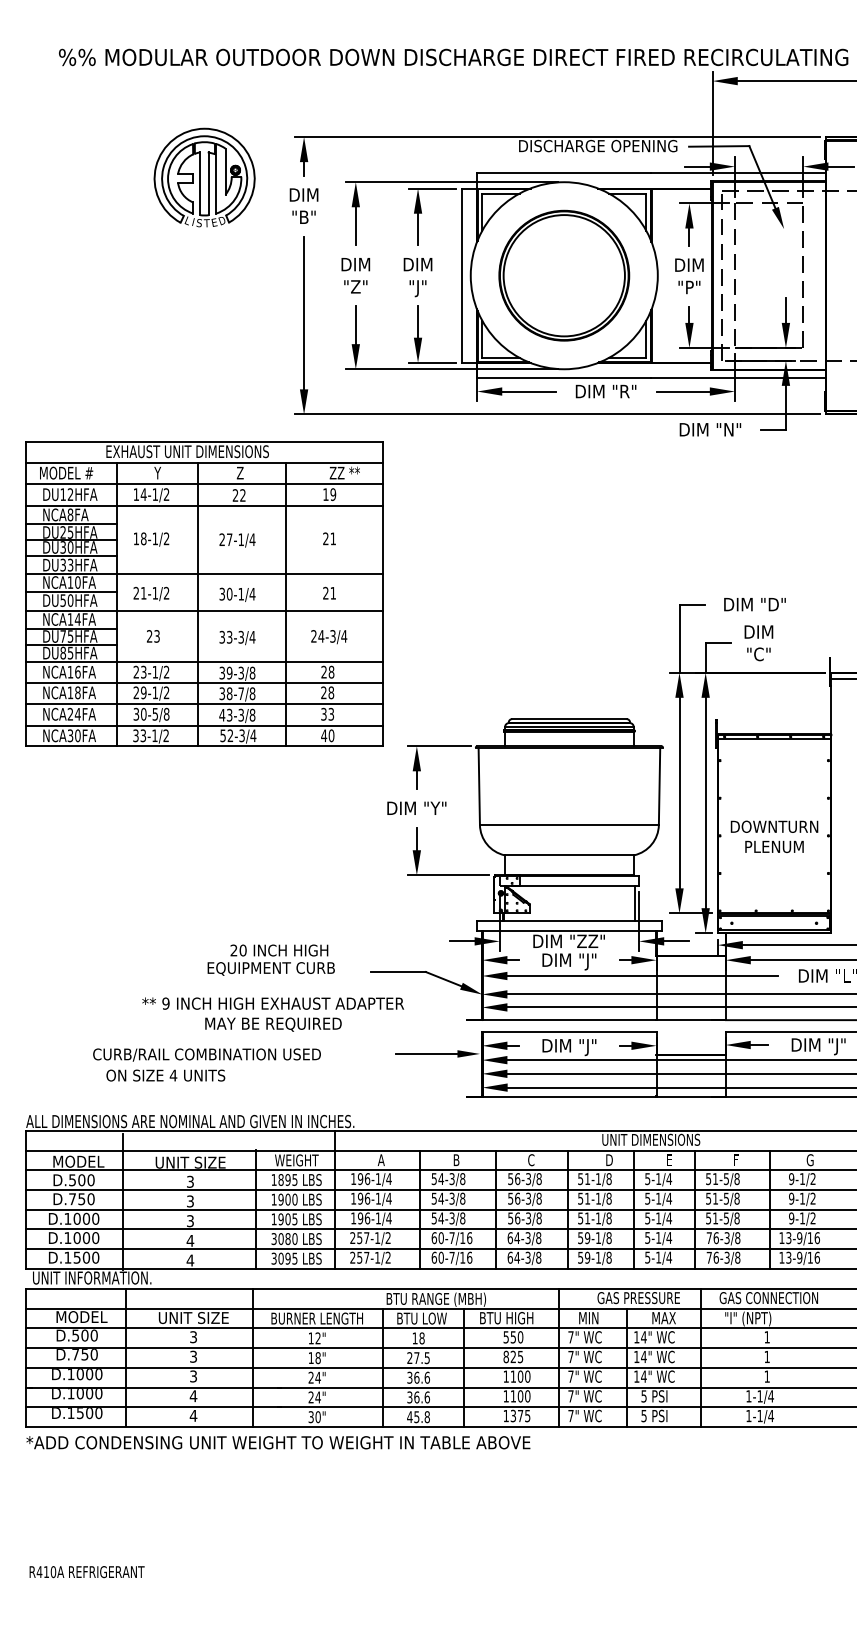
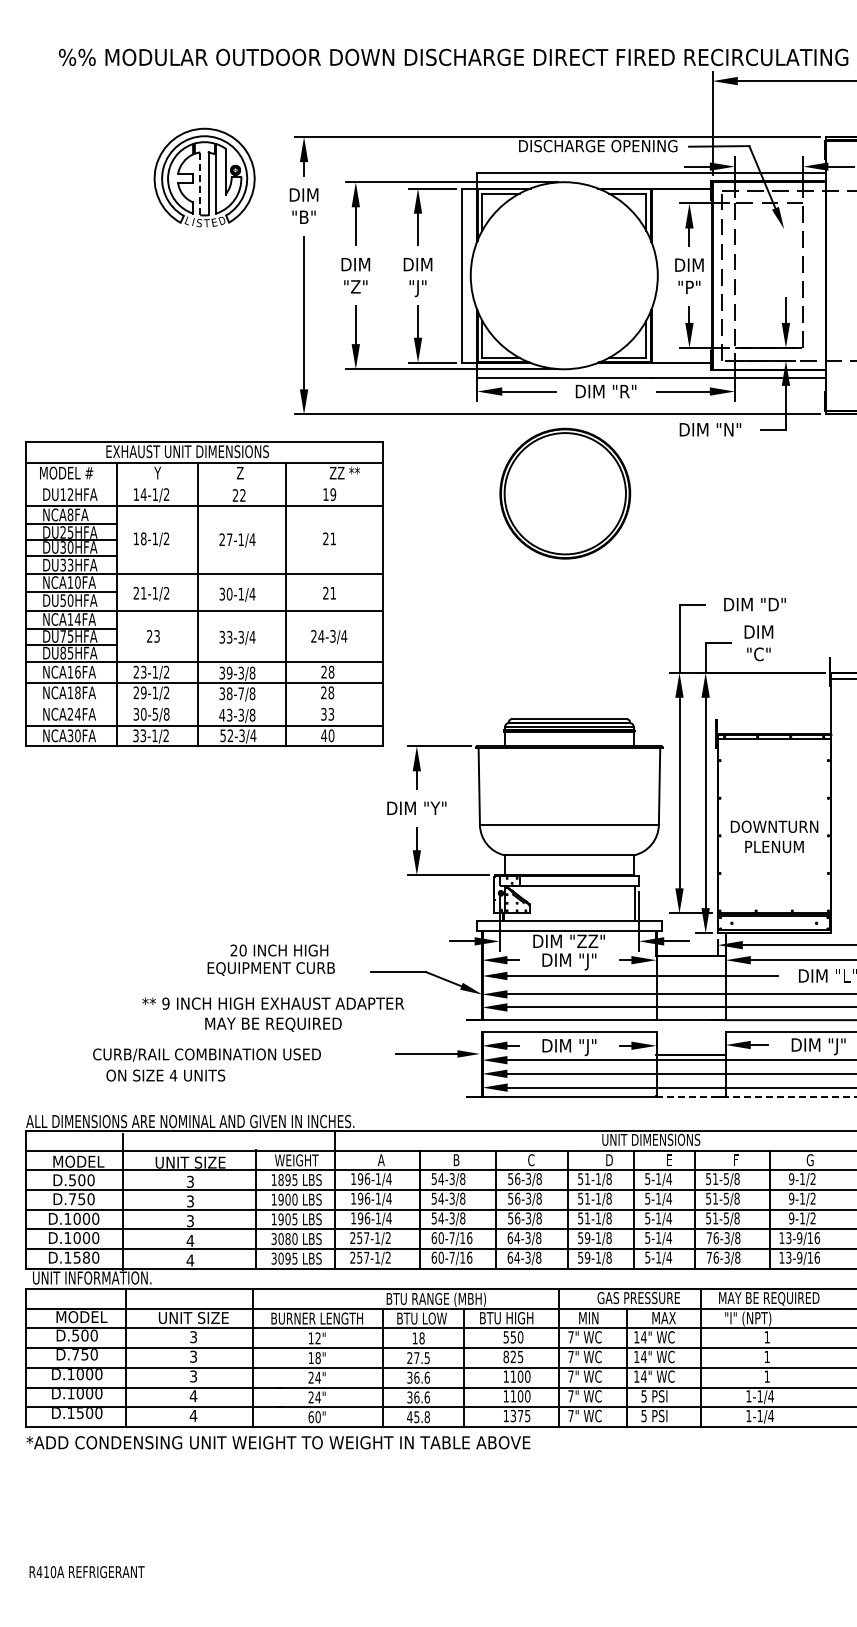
line at (200, 183): solid -> dashed
part at (564, 275) position: (564, 275) -> (565, 493)
line at (203, 484): present -> none
line at (203, 704): present -> none
line at (757, 1096): solid -> dashed
text at (86, 1257): D.1500 -> D.1580
text at (769, 1298): GAS CONNECTION -> MAY BE REQUIRED
text at (310, 1417): 30" -> 60"
